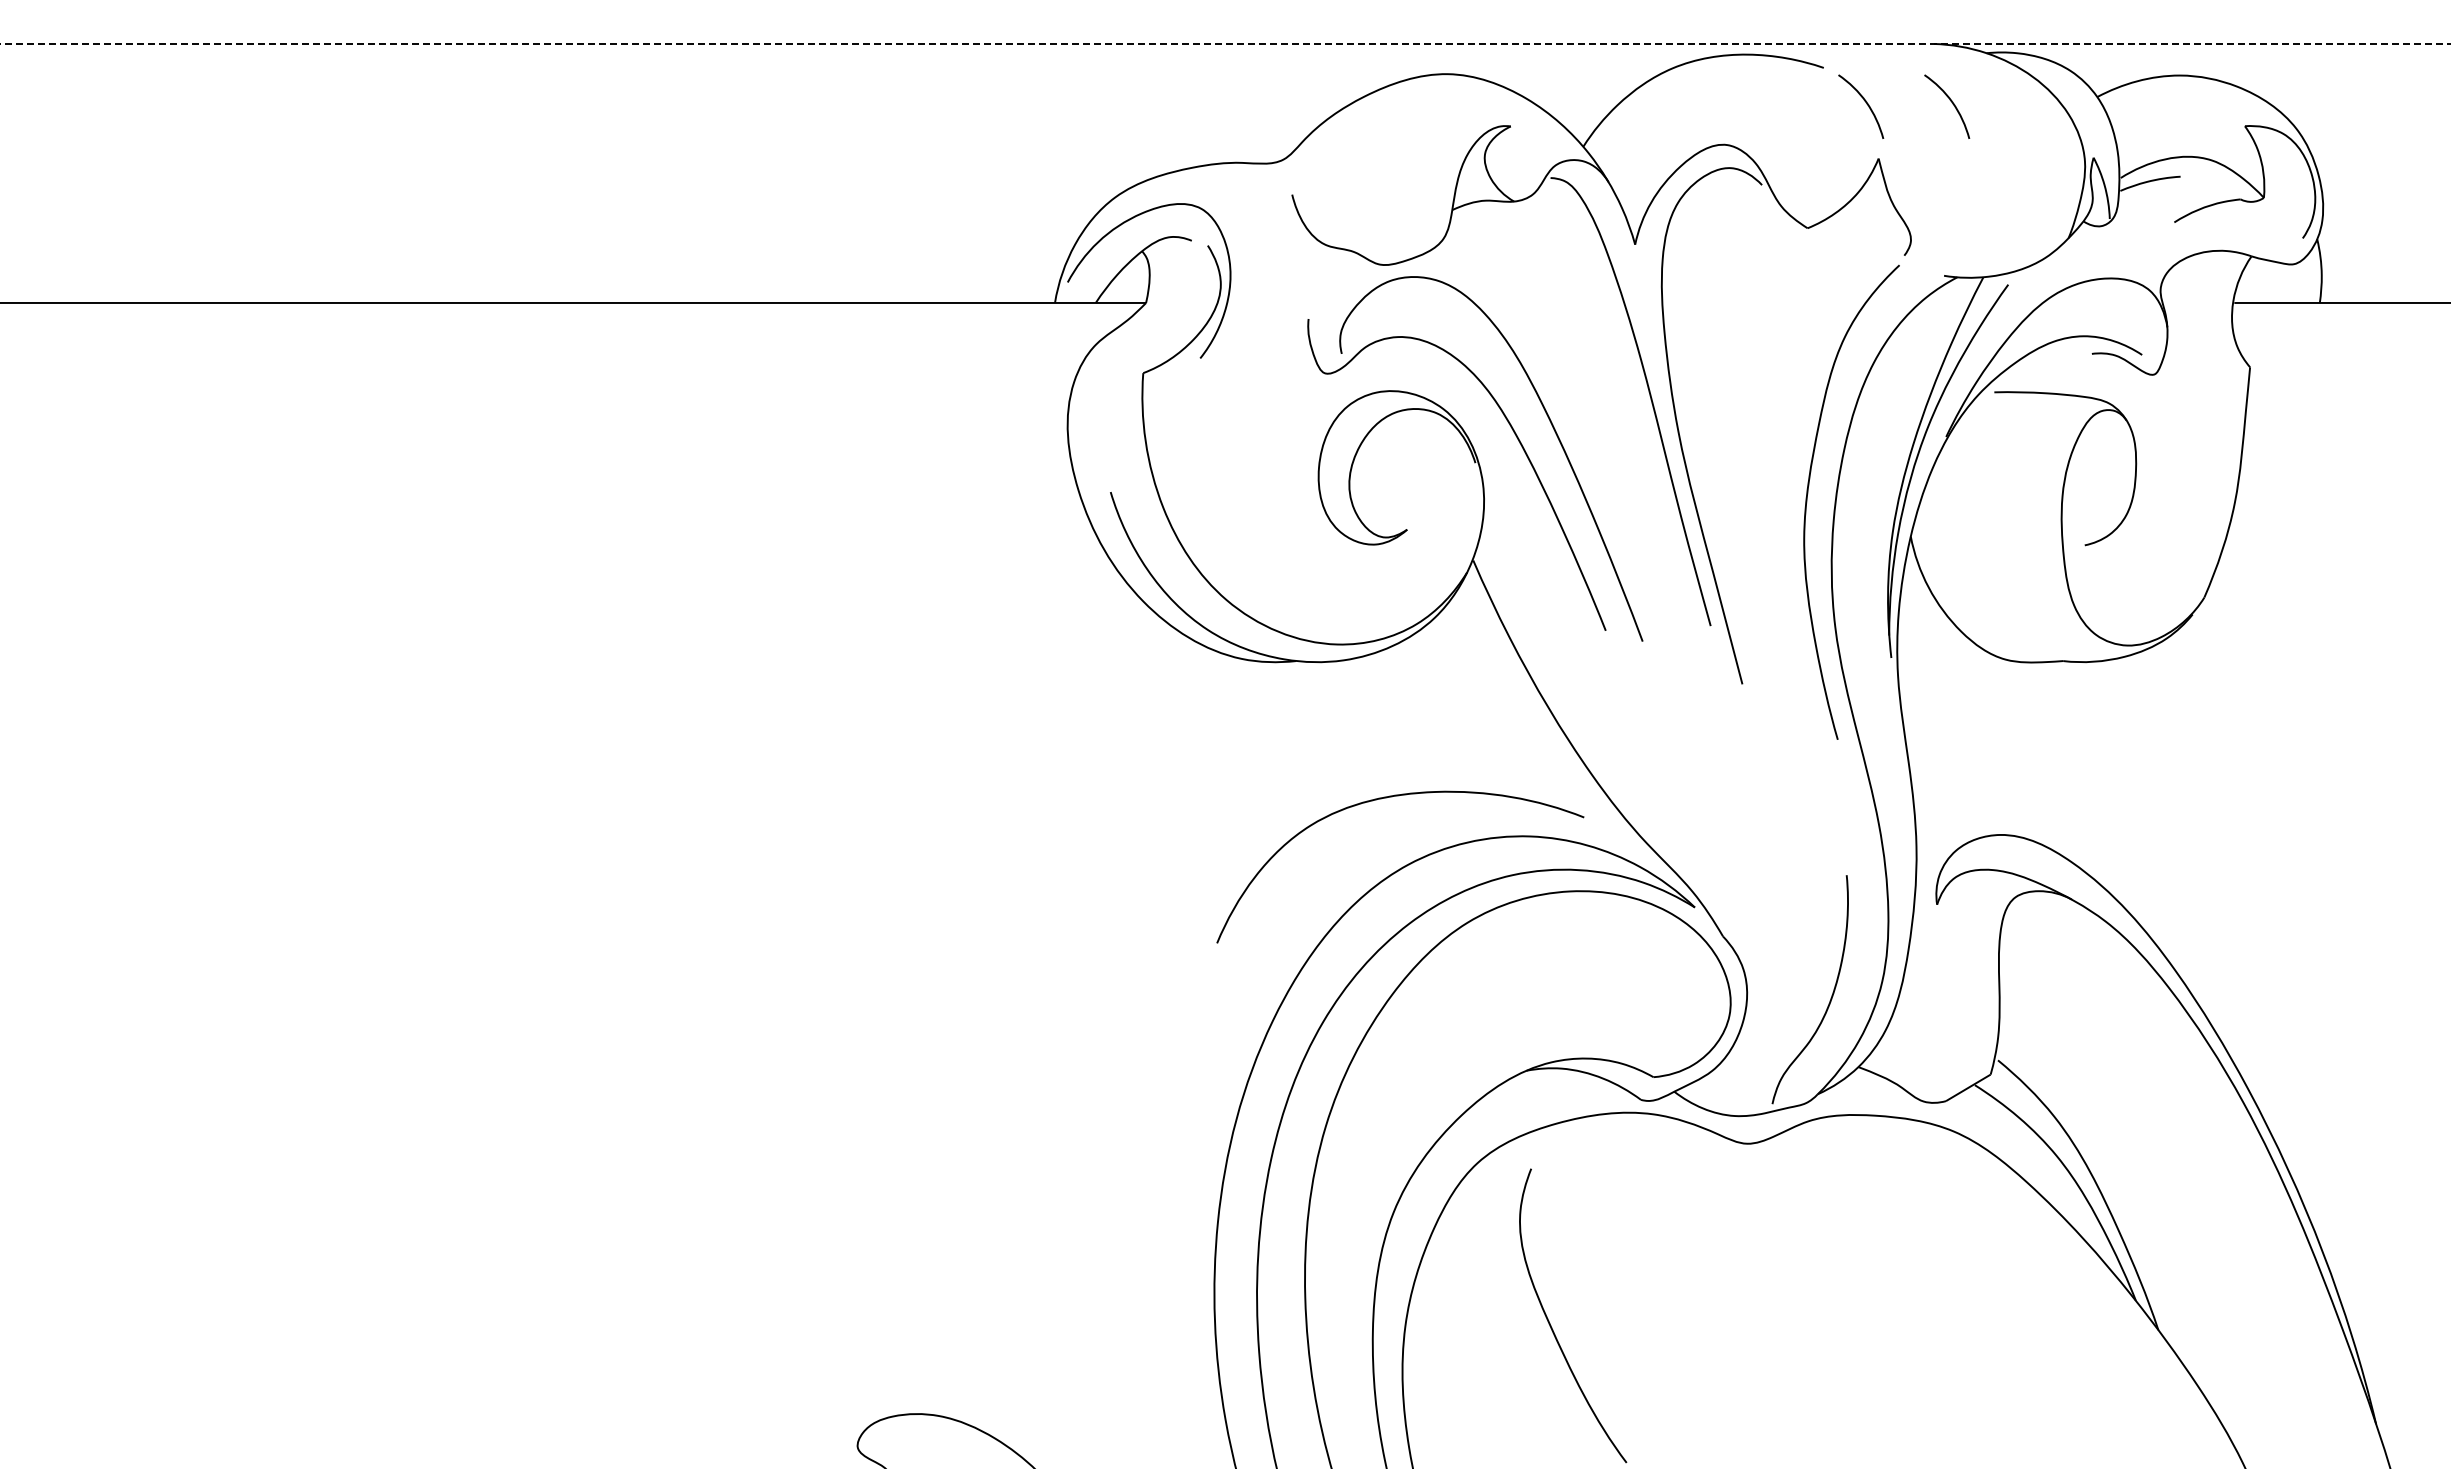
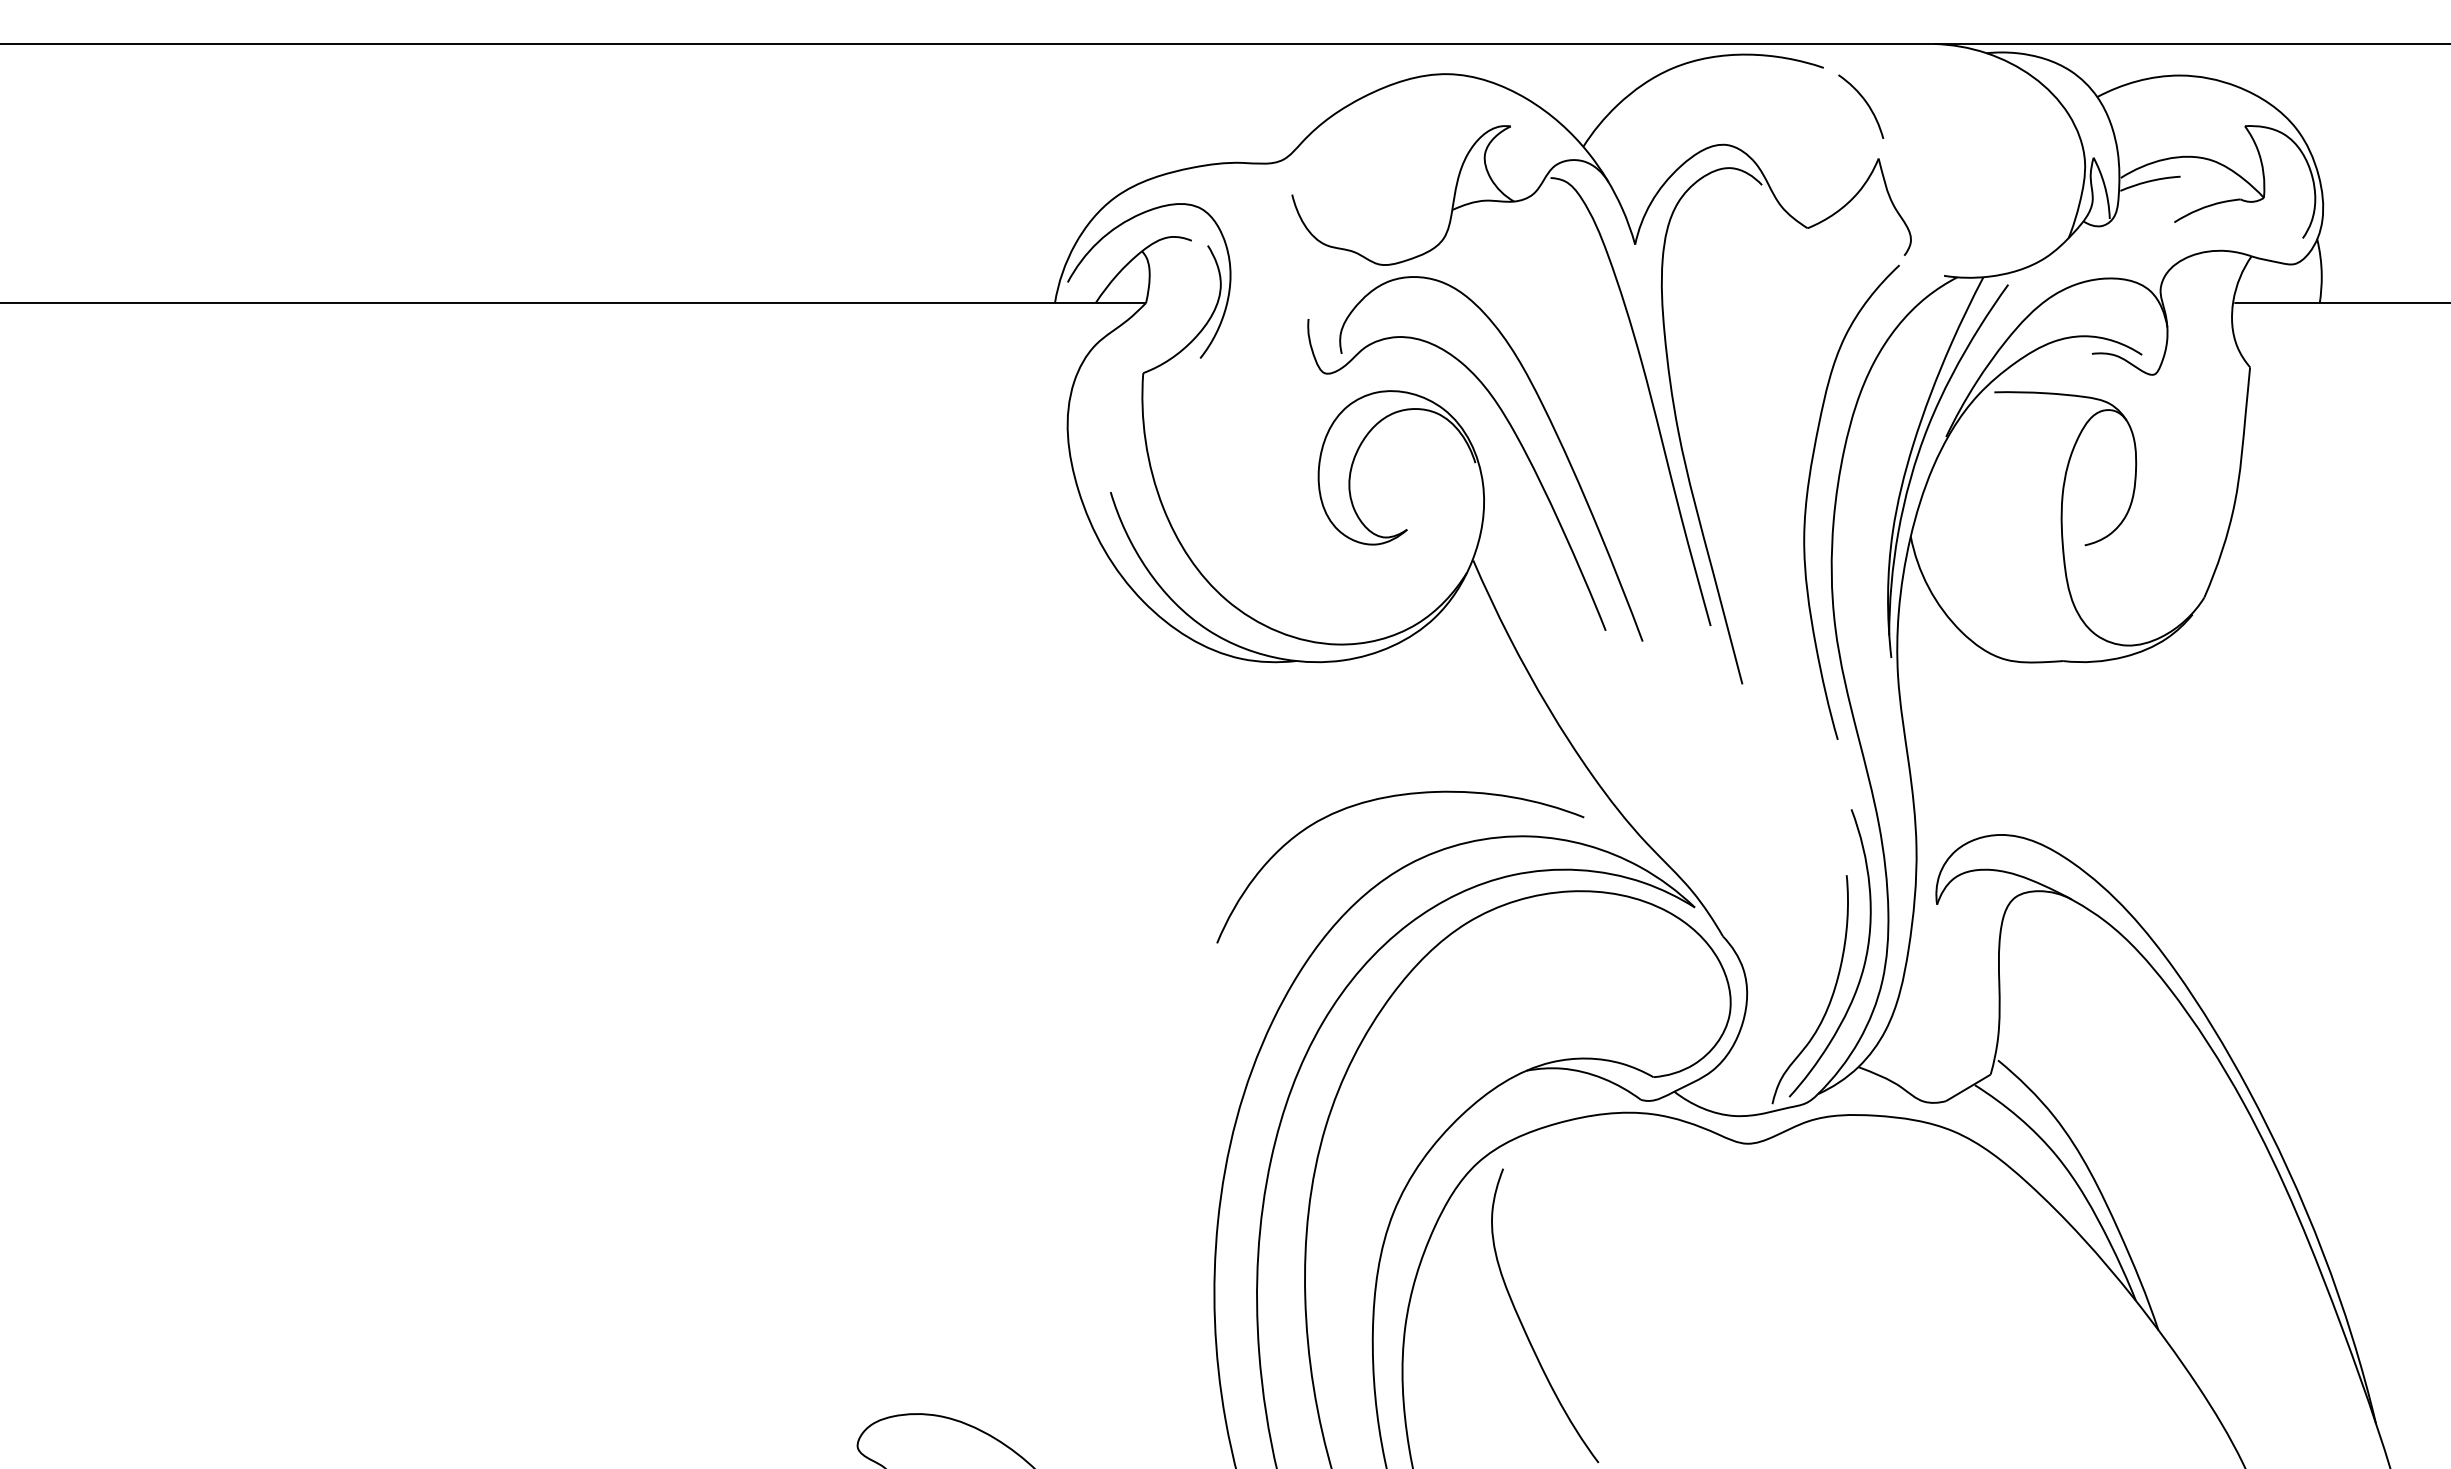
line at (1225, 43): dashed -> solid
curve at (1952, 104): present -> none
curve at (1863, 963): none -> present
curve at (1551, 1325) position: (1551, 1325) -> (1523, 1325)
